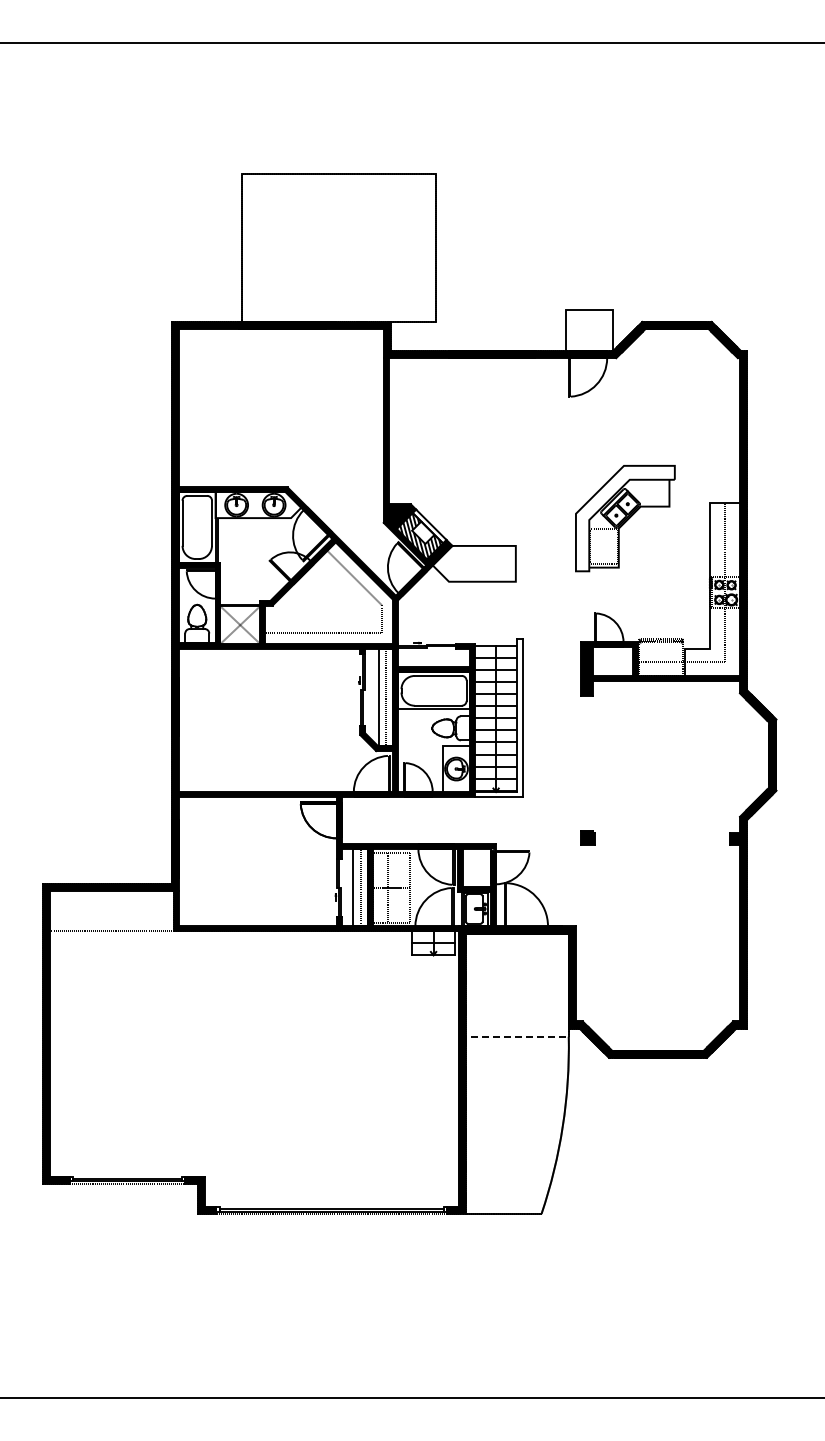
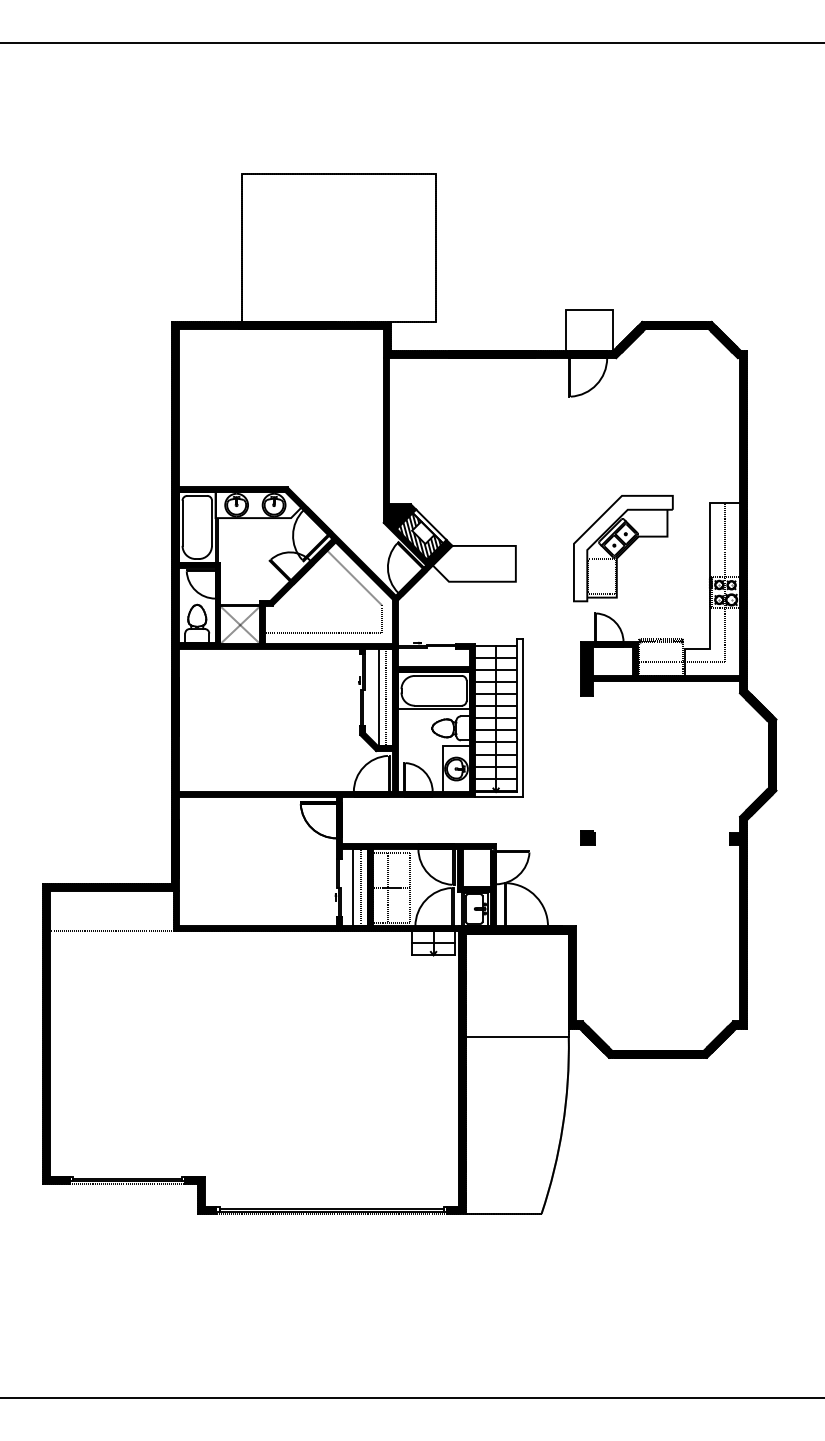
part at (625, 518) position: (625, 518) -> (623, 548)
line at (521, 1036): dashed -> solid
